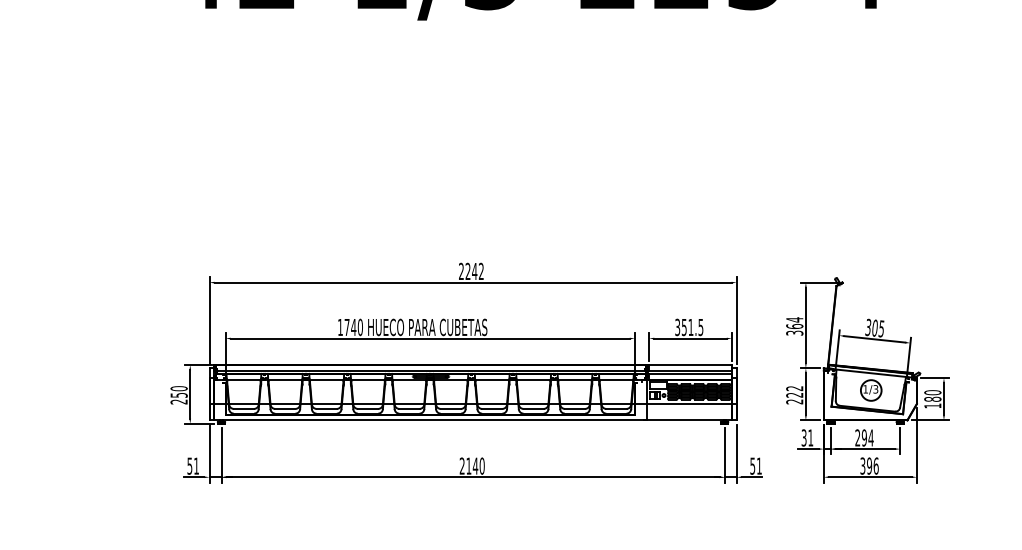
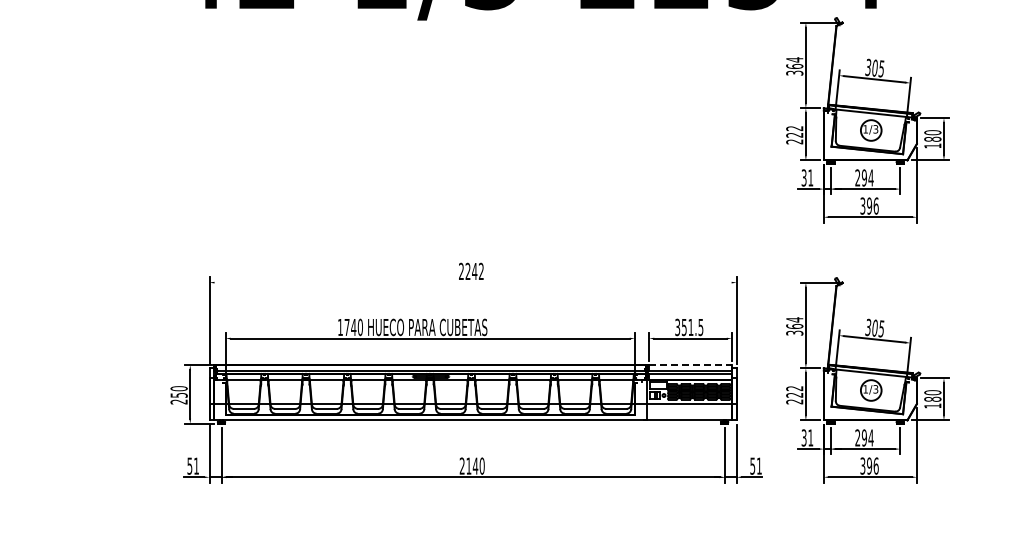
part at (867, 120): none -> present
line at (472, 282): present -> none
line at (691, 365): solid -> dashed
